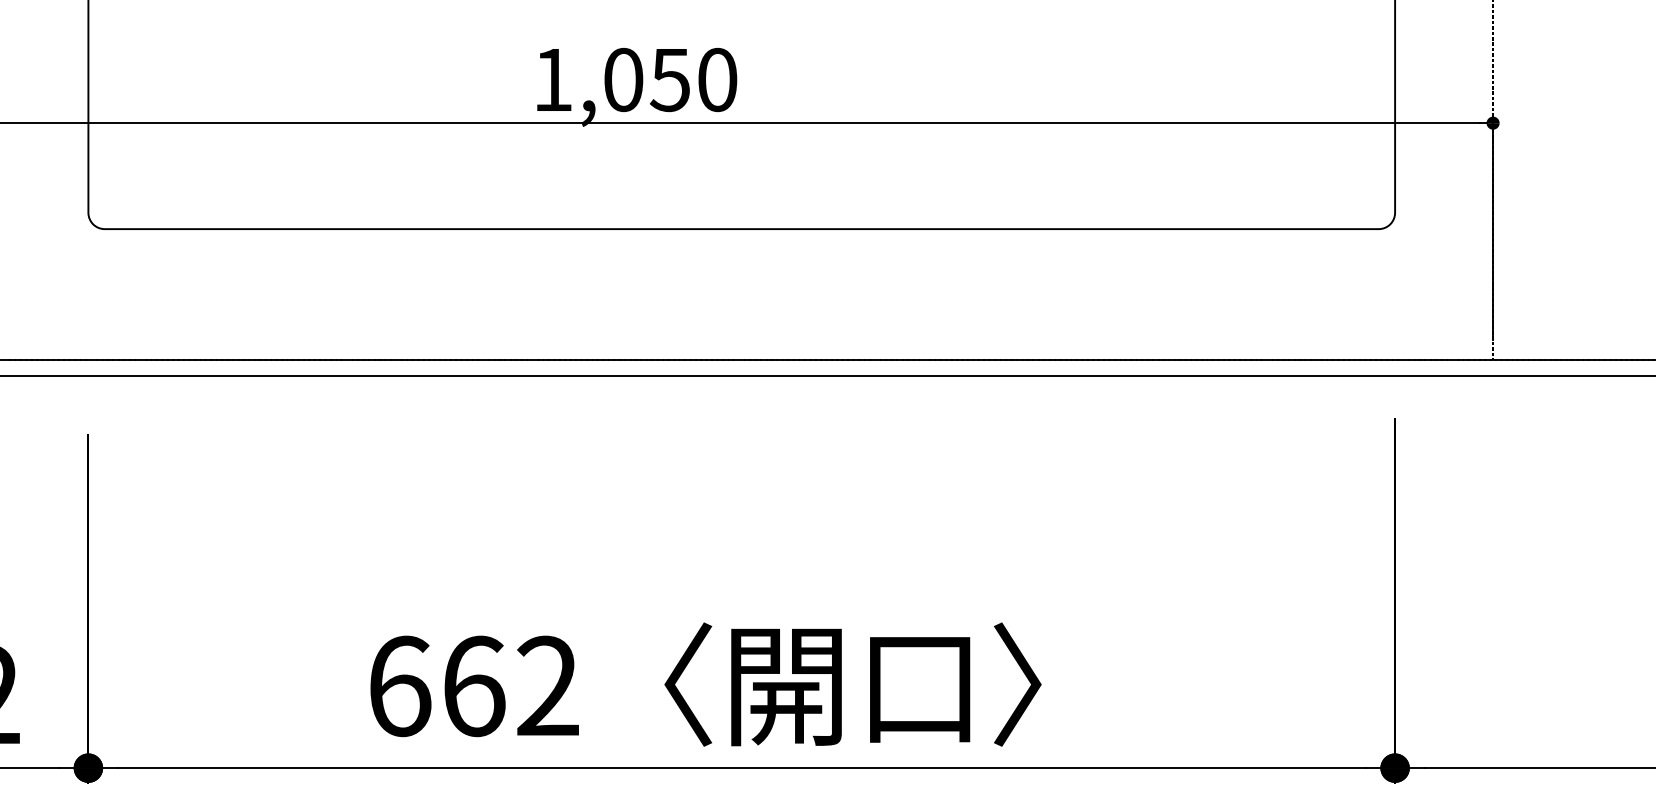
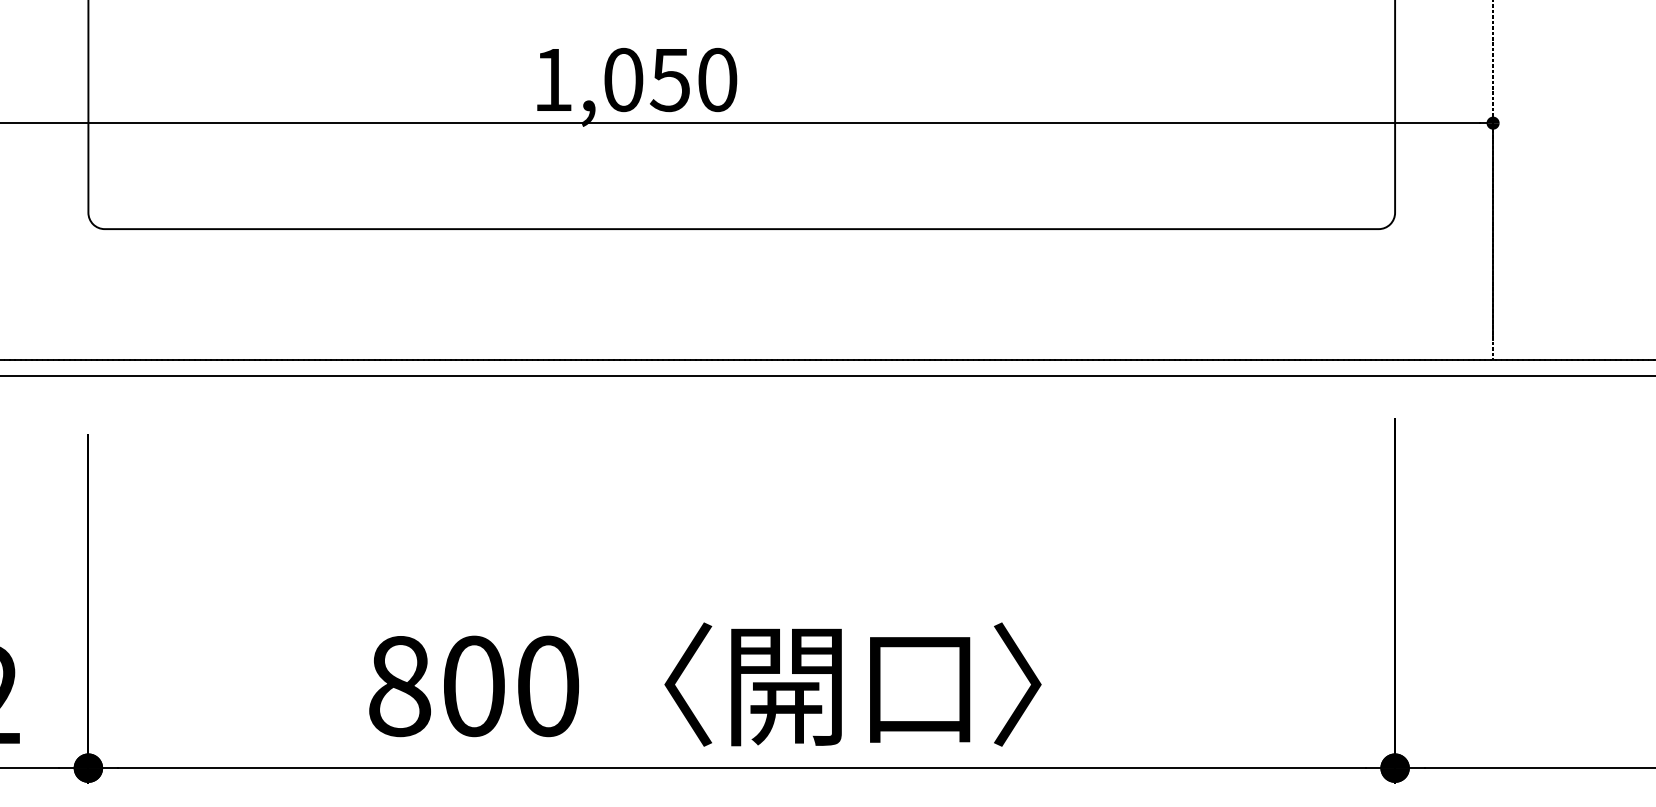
text at (474, 686): 662 -> 800
